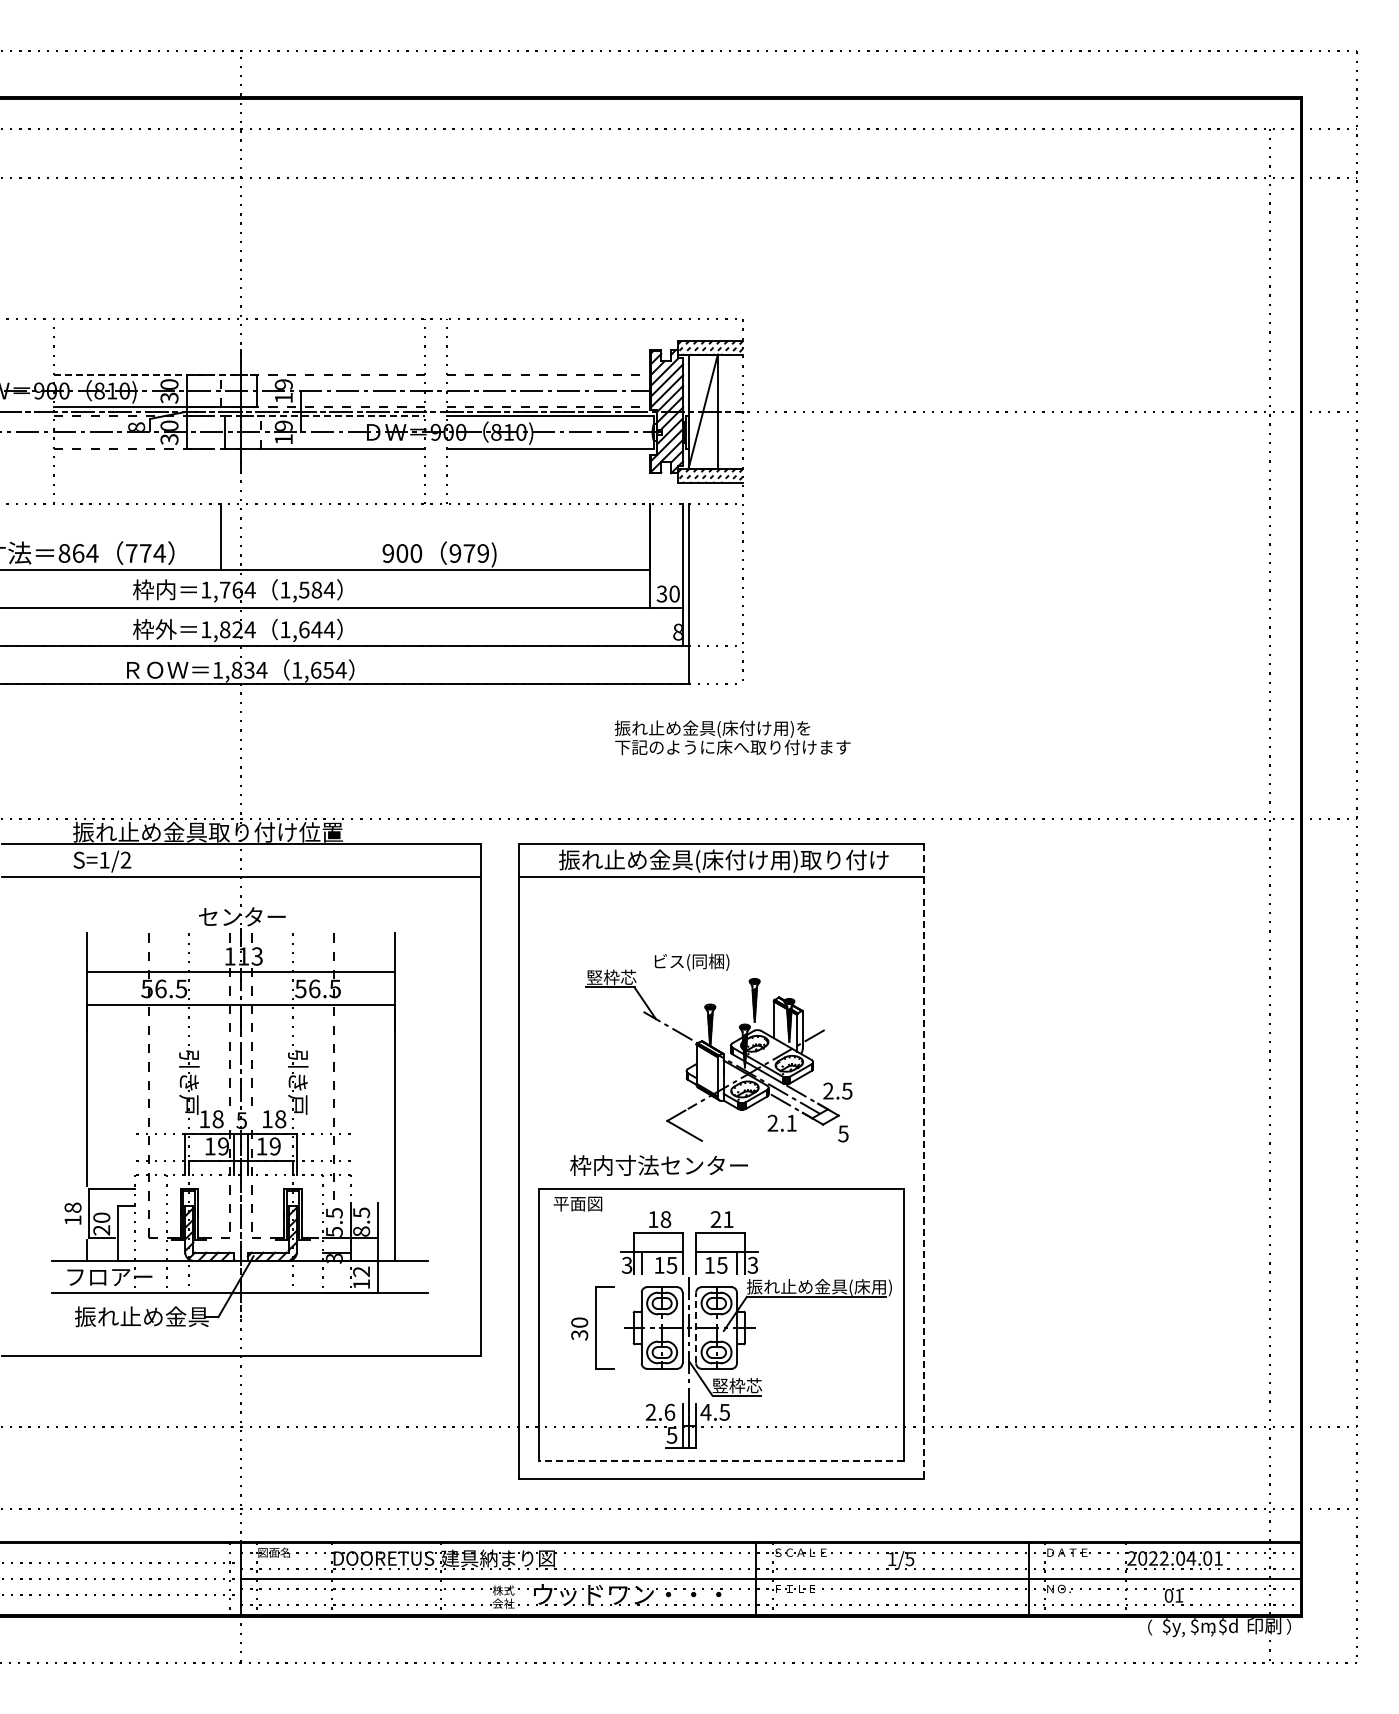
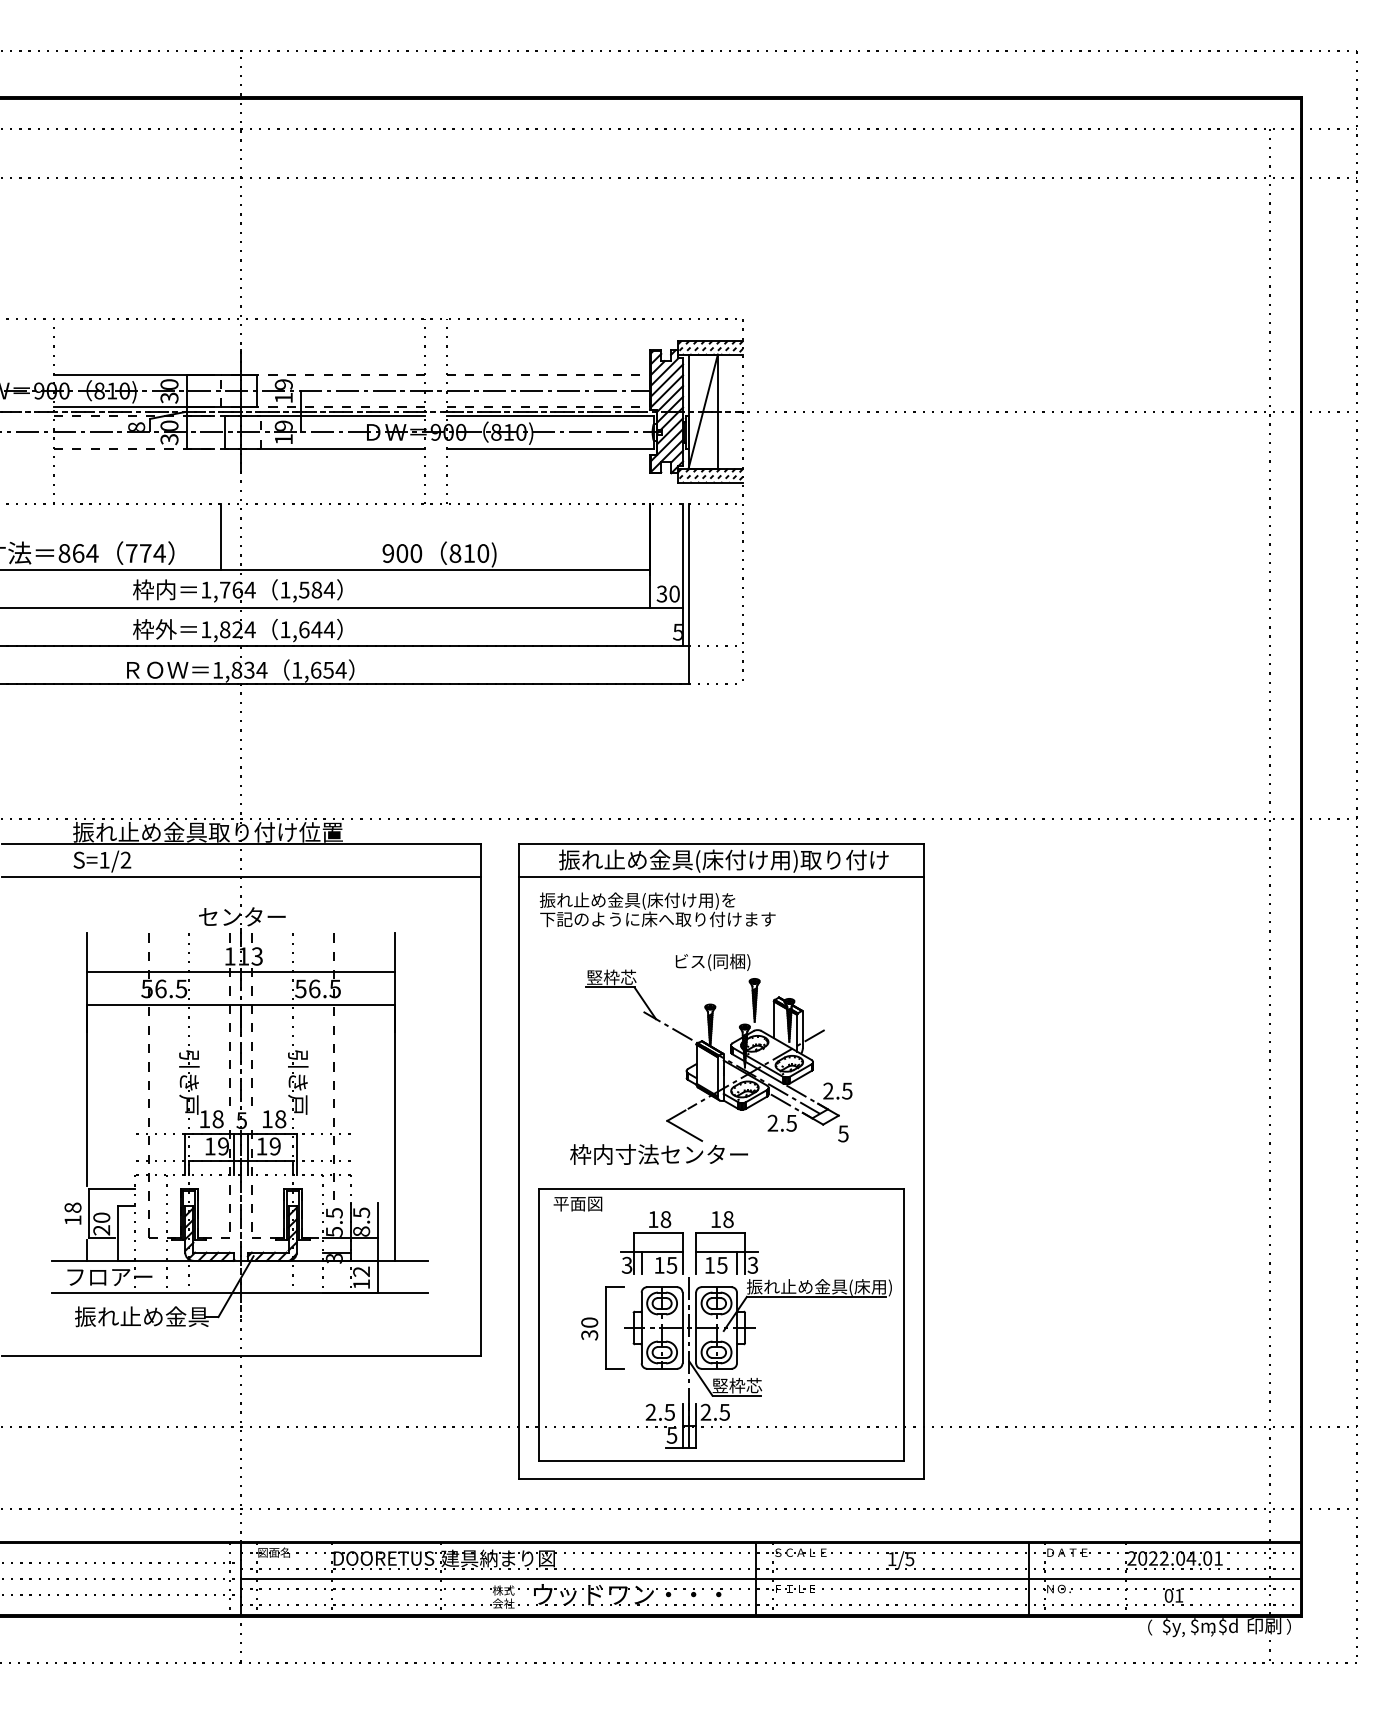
line at (155, 374): dashed -> solid
line at (325, 416): dashed -> solid
text at (469, 553): 979) -> 810)
text at (677, 631): 8 -> 5
text at (732, 737) position: (732, 737) -> (657, 909)
text at (691, 961) position: (691, 961) -> (712, 961)
text at (791, 1123): 2.1 -> 2.5
line at (924, 1161): dashed -> solid
text at (658, 1165) position: (658, 1165) -> (658, 1154)
text at (721, 1219): 21 -> 18
part at (592, 1327) position: (592, 1327) -> (602, 1327)
line at (696, 1327): dashed -> solid
text at (669, 1411): 2.6 -> 2.5
text at (705, 1411): 4.5 -> 2.5
line at (720, 1461): dashed -> solid
